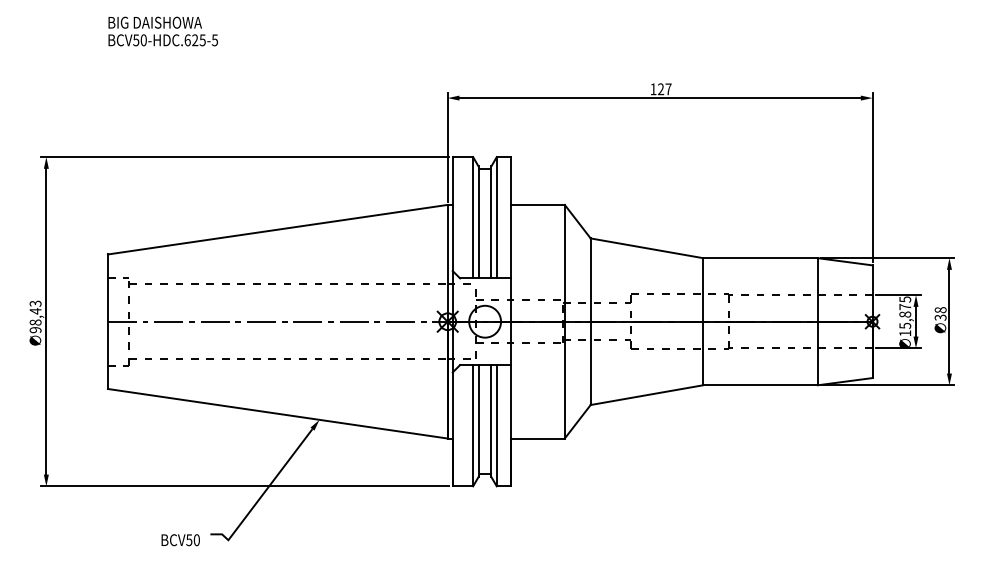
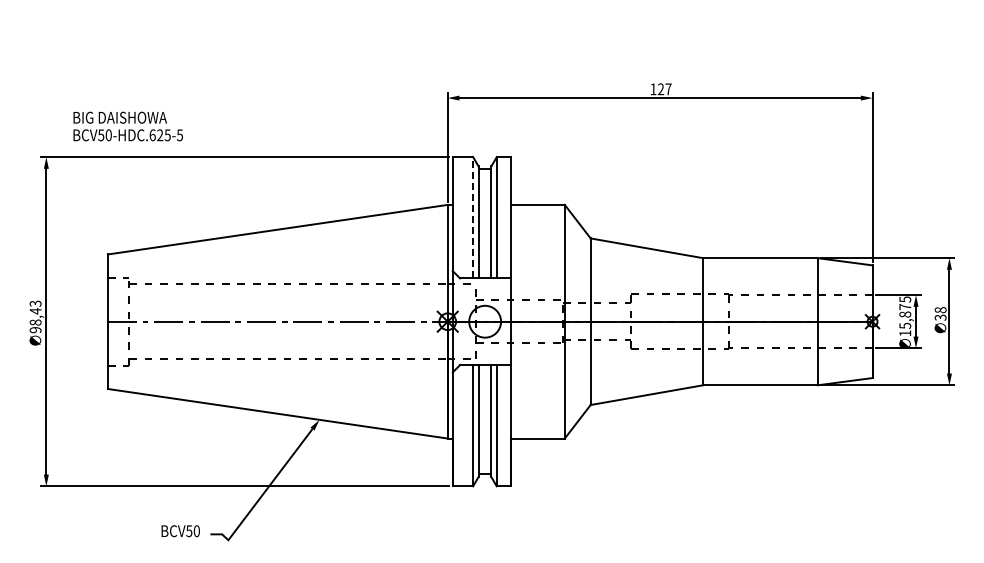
text at (162, 31) position: (162, 31) -> (127, 126)
line at (473, 217): solid -> dashed
text at (180, 540) position: (180, 540) -> (180, 531)
